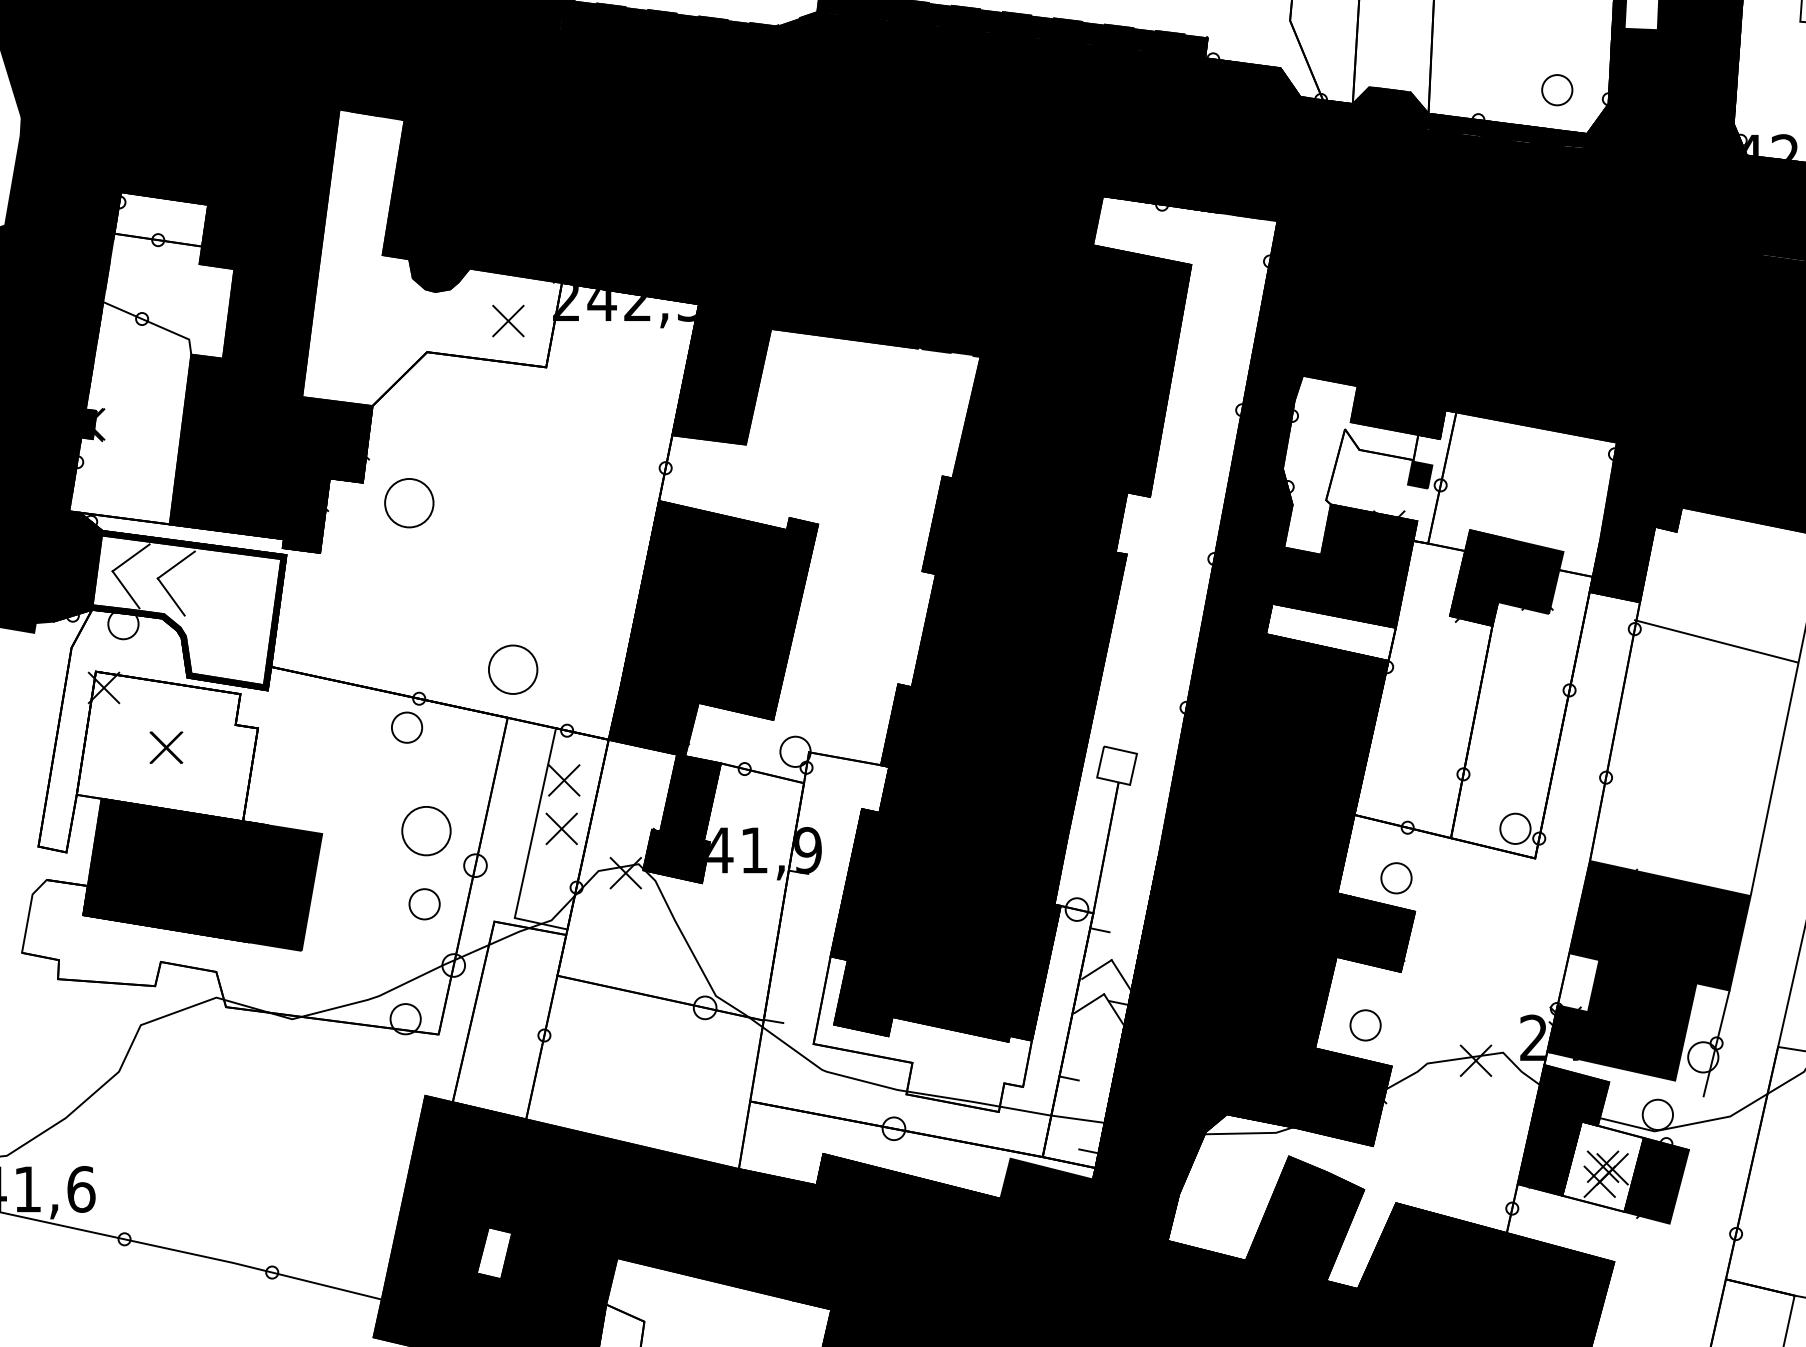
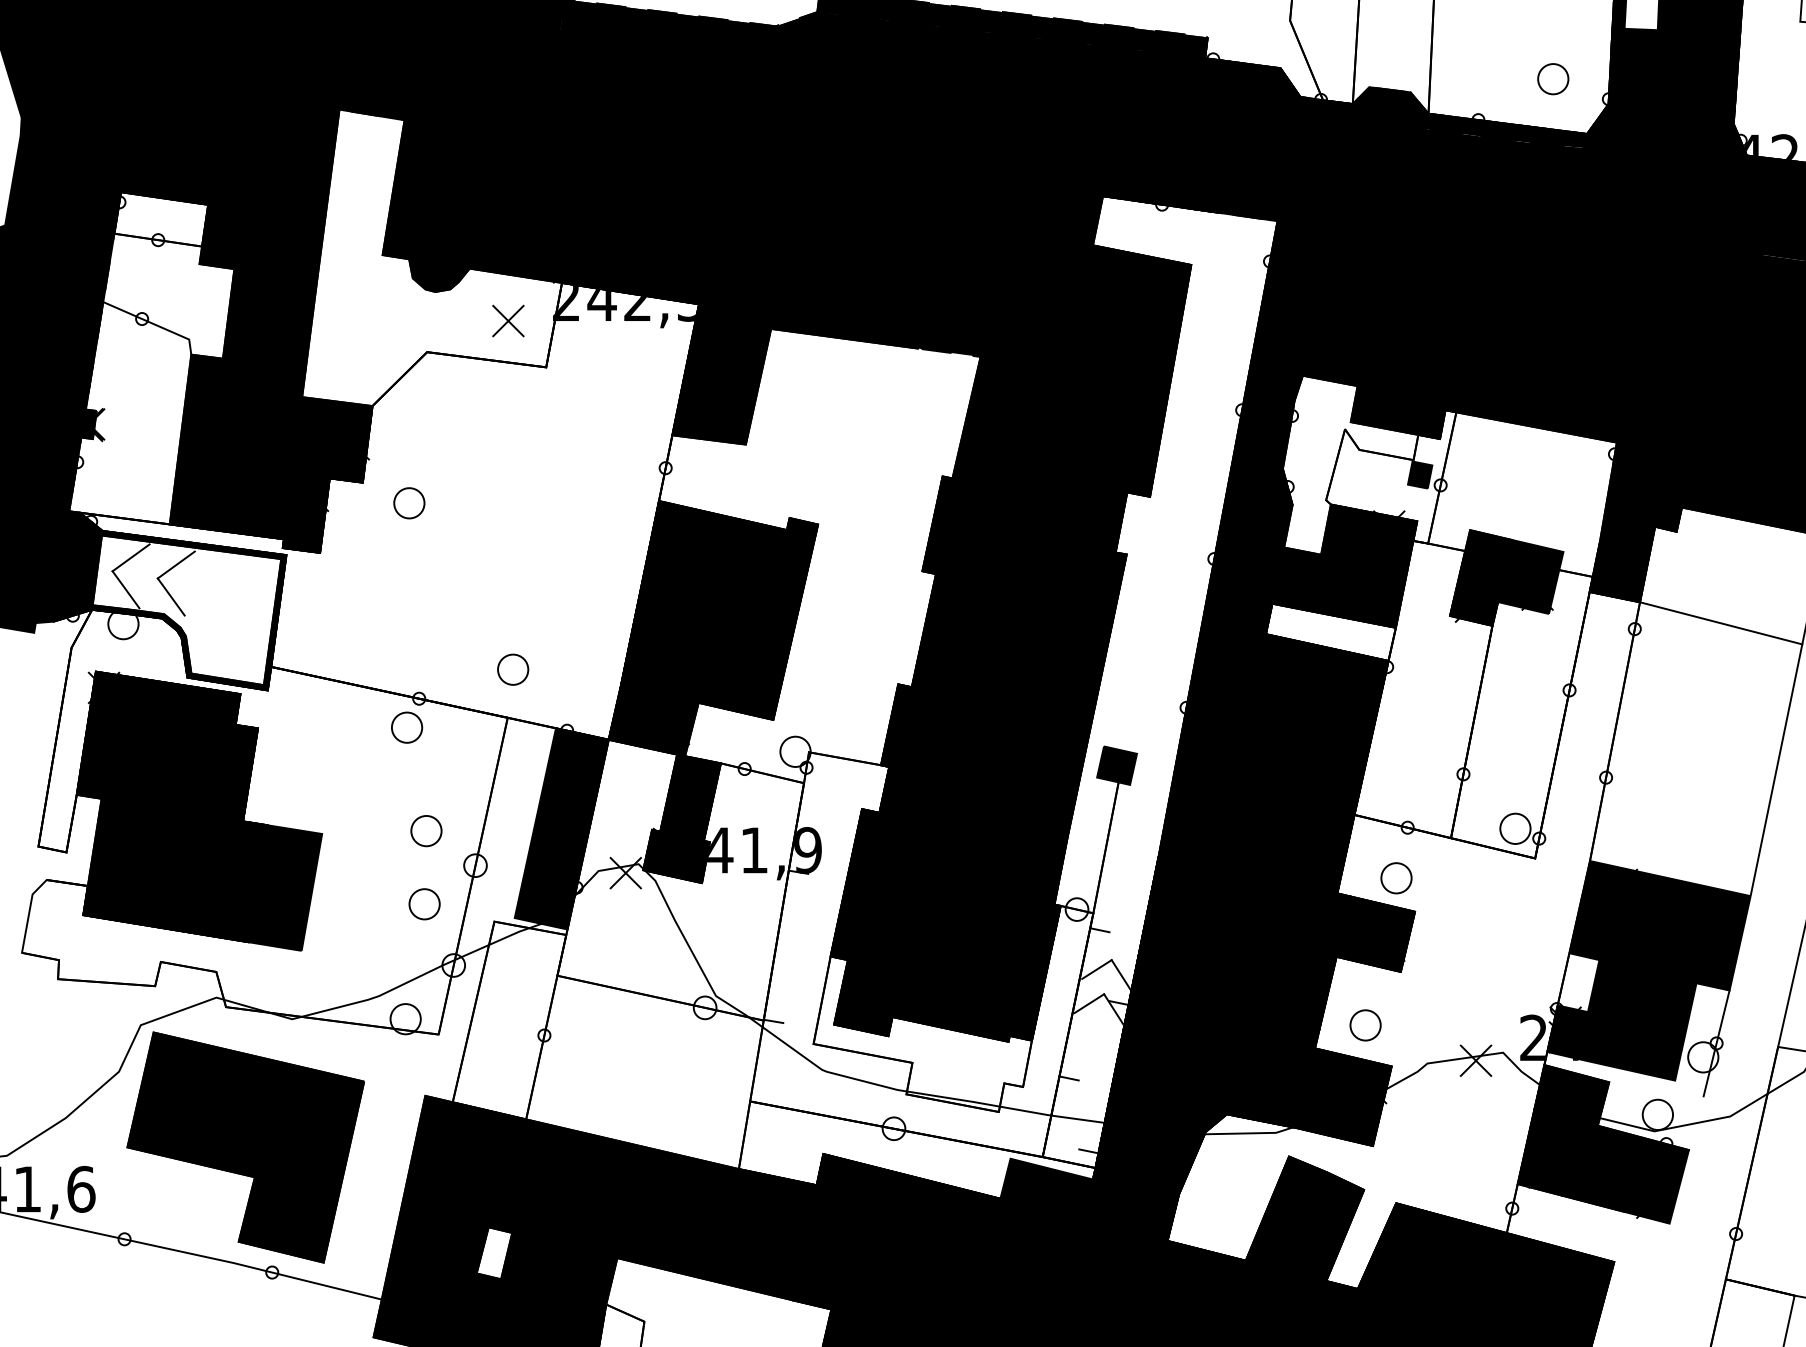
circle at (1557, 90) position: (1557, 90) -> (1553, 79)
circle at (409, 503) size: 51x51 px -> 33x33 px
line at (1716, 641) position: (1716, 641) -> (1721, 623)
circle at (512, 669) diameter: 48 px -> 30 px
fill at (166, 746): none -> present
fill at (1117, 765): none -> present
fill at (561, 828): none -> present
circle at (426, 830) diameter: 48 px -> 30 px
part at (245, 1147): none -> present
fill at (1602, 1166): none -> present
